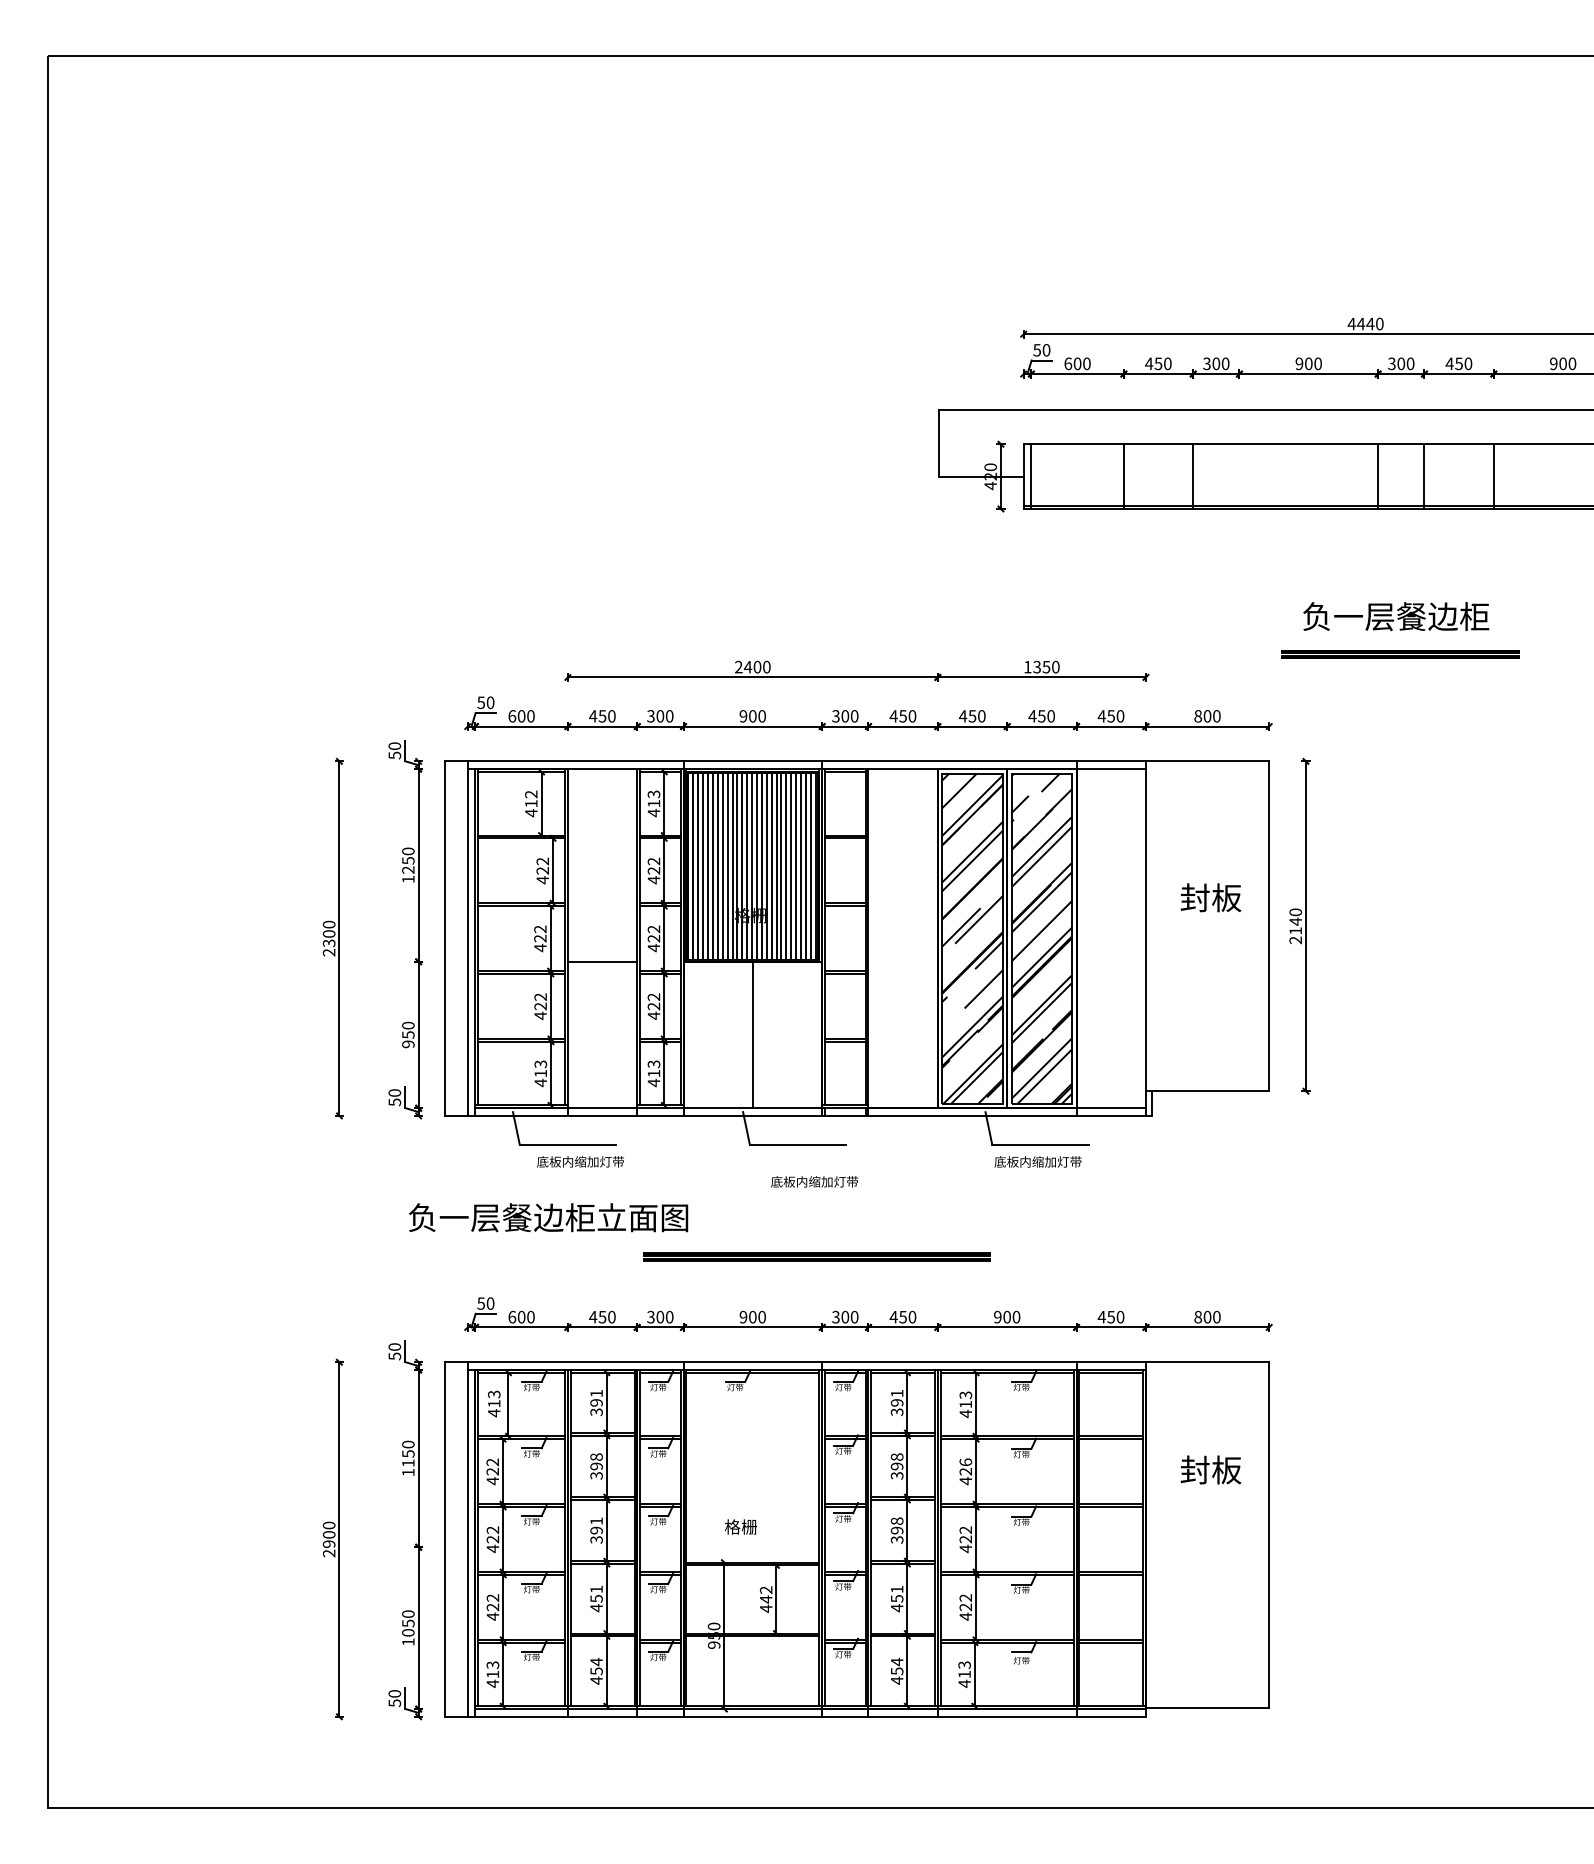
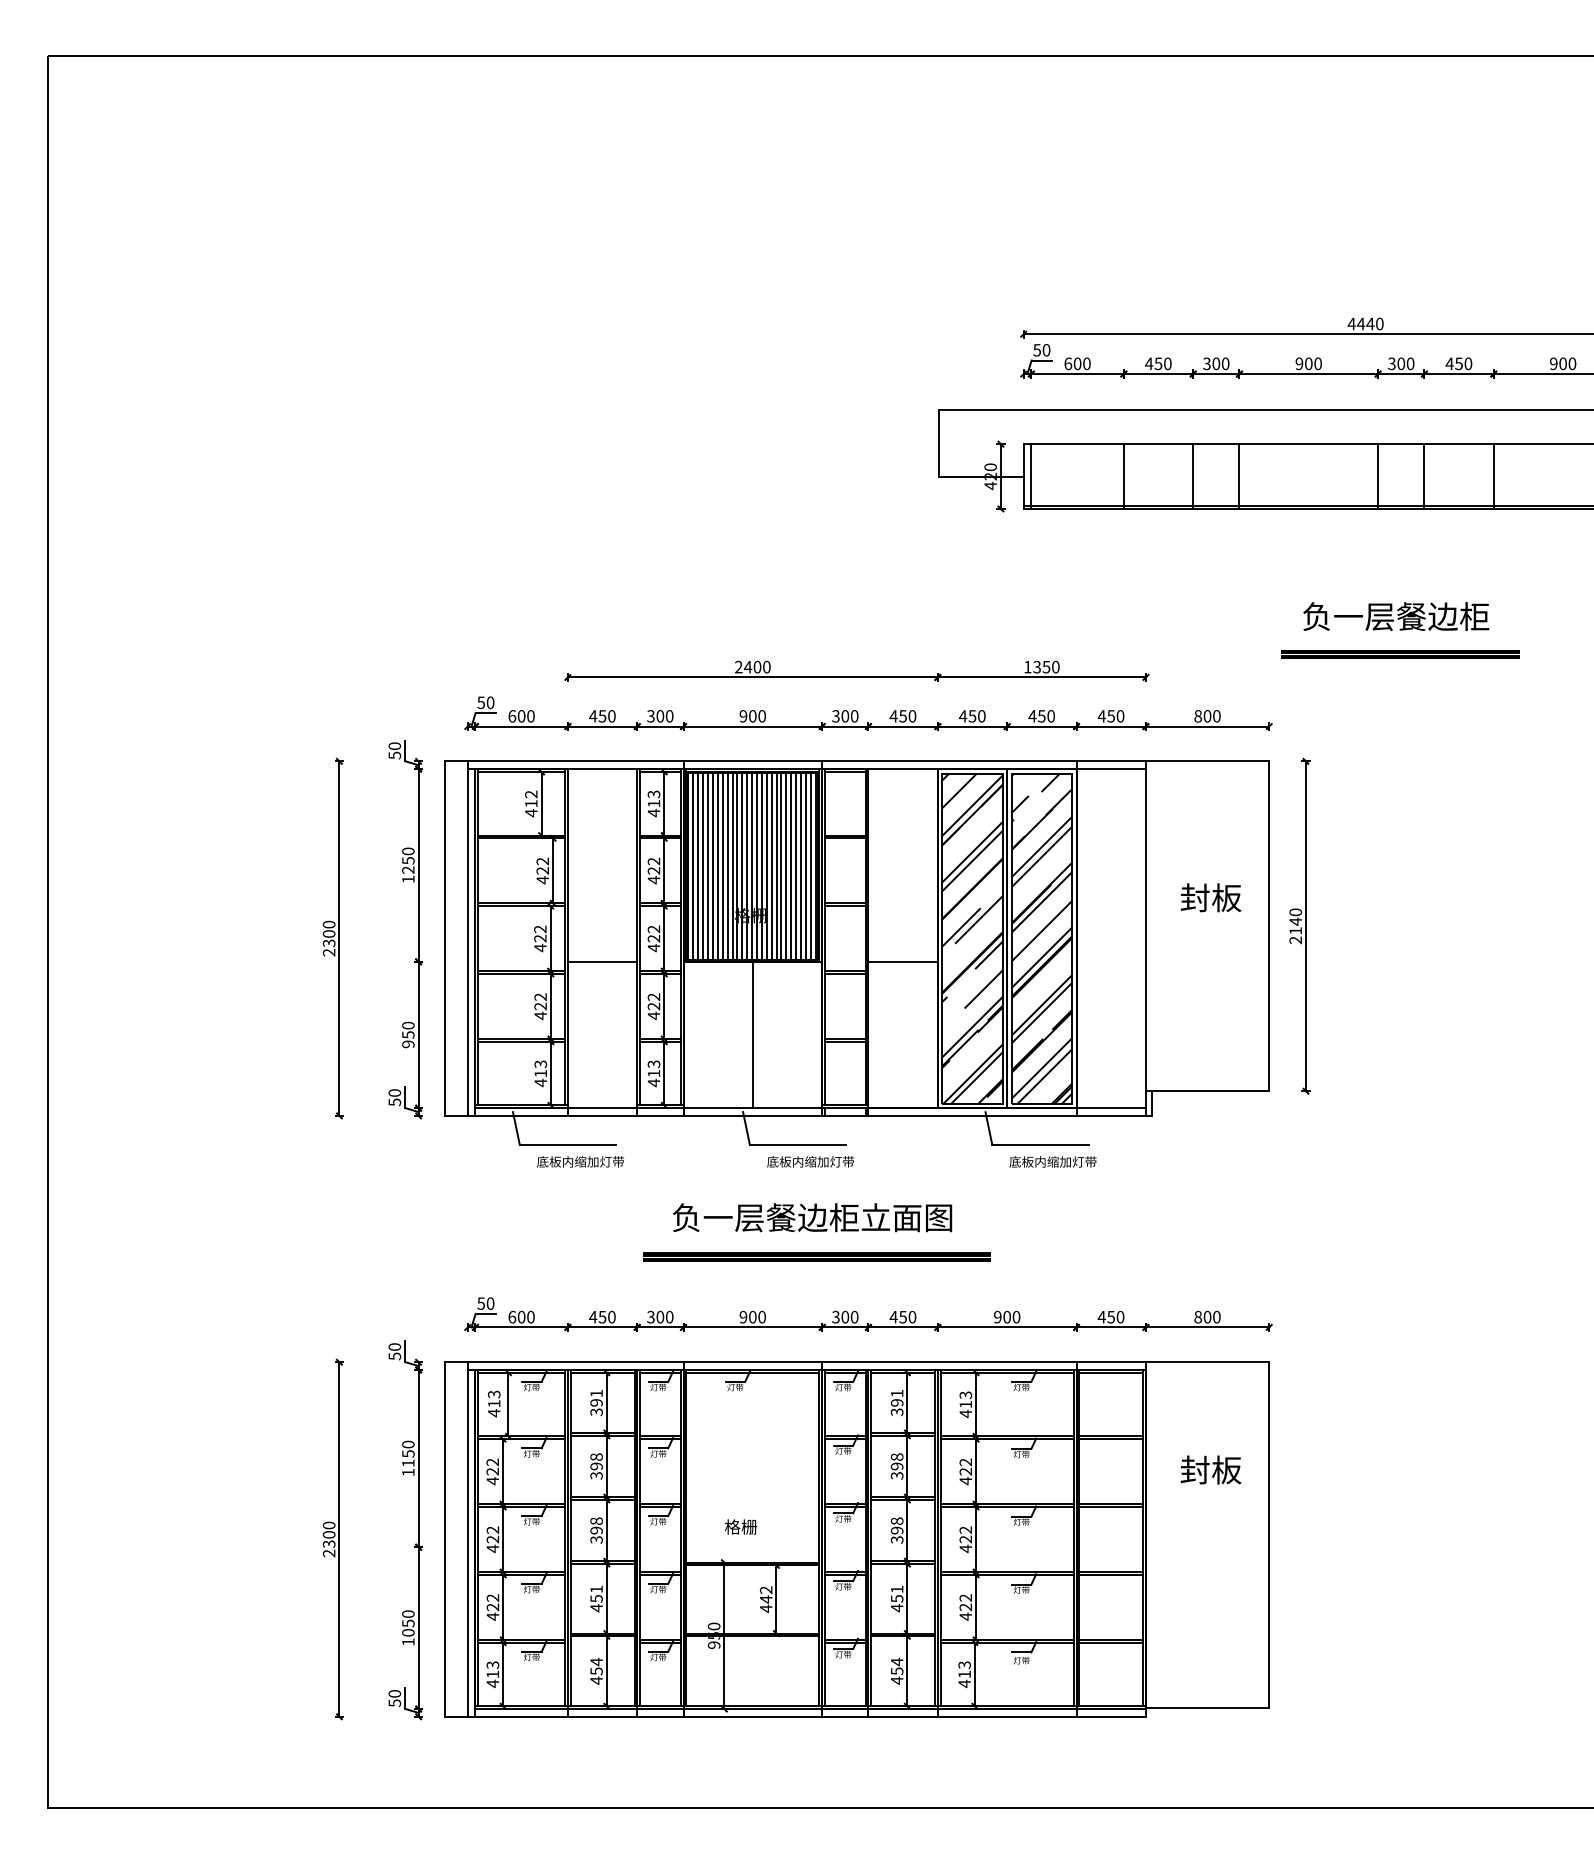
line at (1239, 476): none -> present
line at (902, 961): none -> present
text at (1037, 1161) position: (1037, 1161) -> (1052, 1161)
text at (814, 1181) position: (814, 1181) -> (810, 1161)
text at (548, 1217) position: (548, 1217) -> (812, 1217)
text at (965, 1462): 426 -> 422
text at (596, 1521): 391 -> 398
text at (329, 1544): 2900 -> 2300
